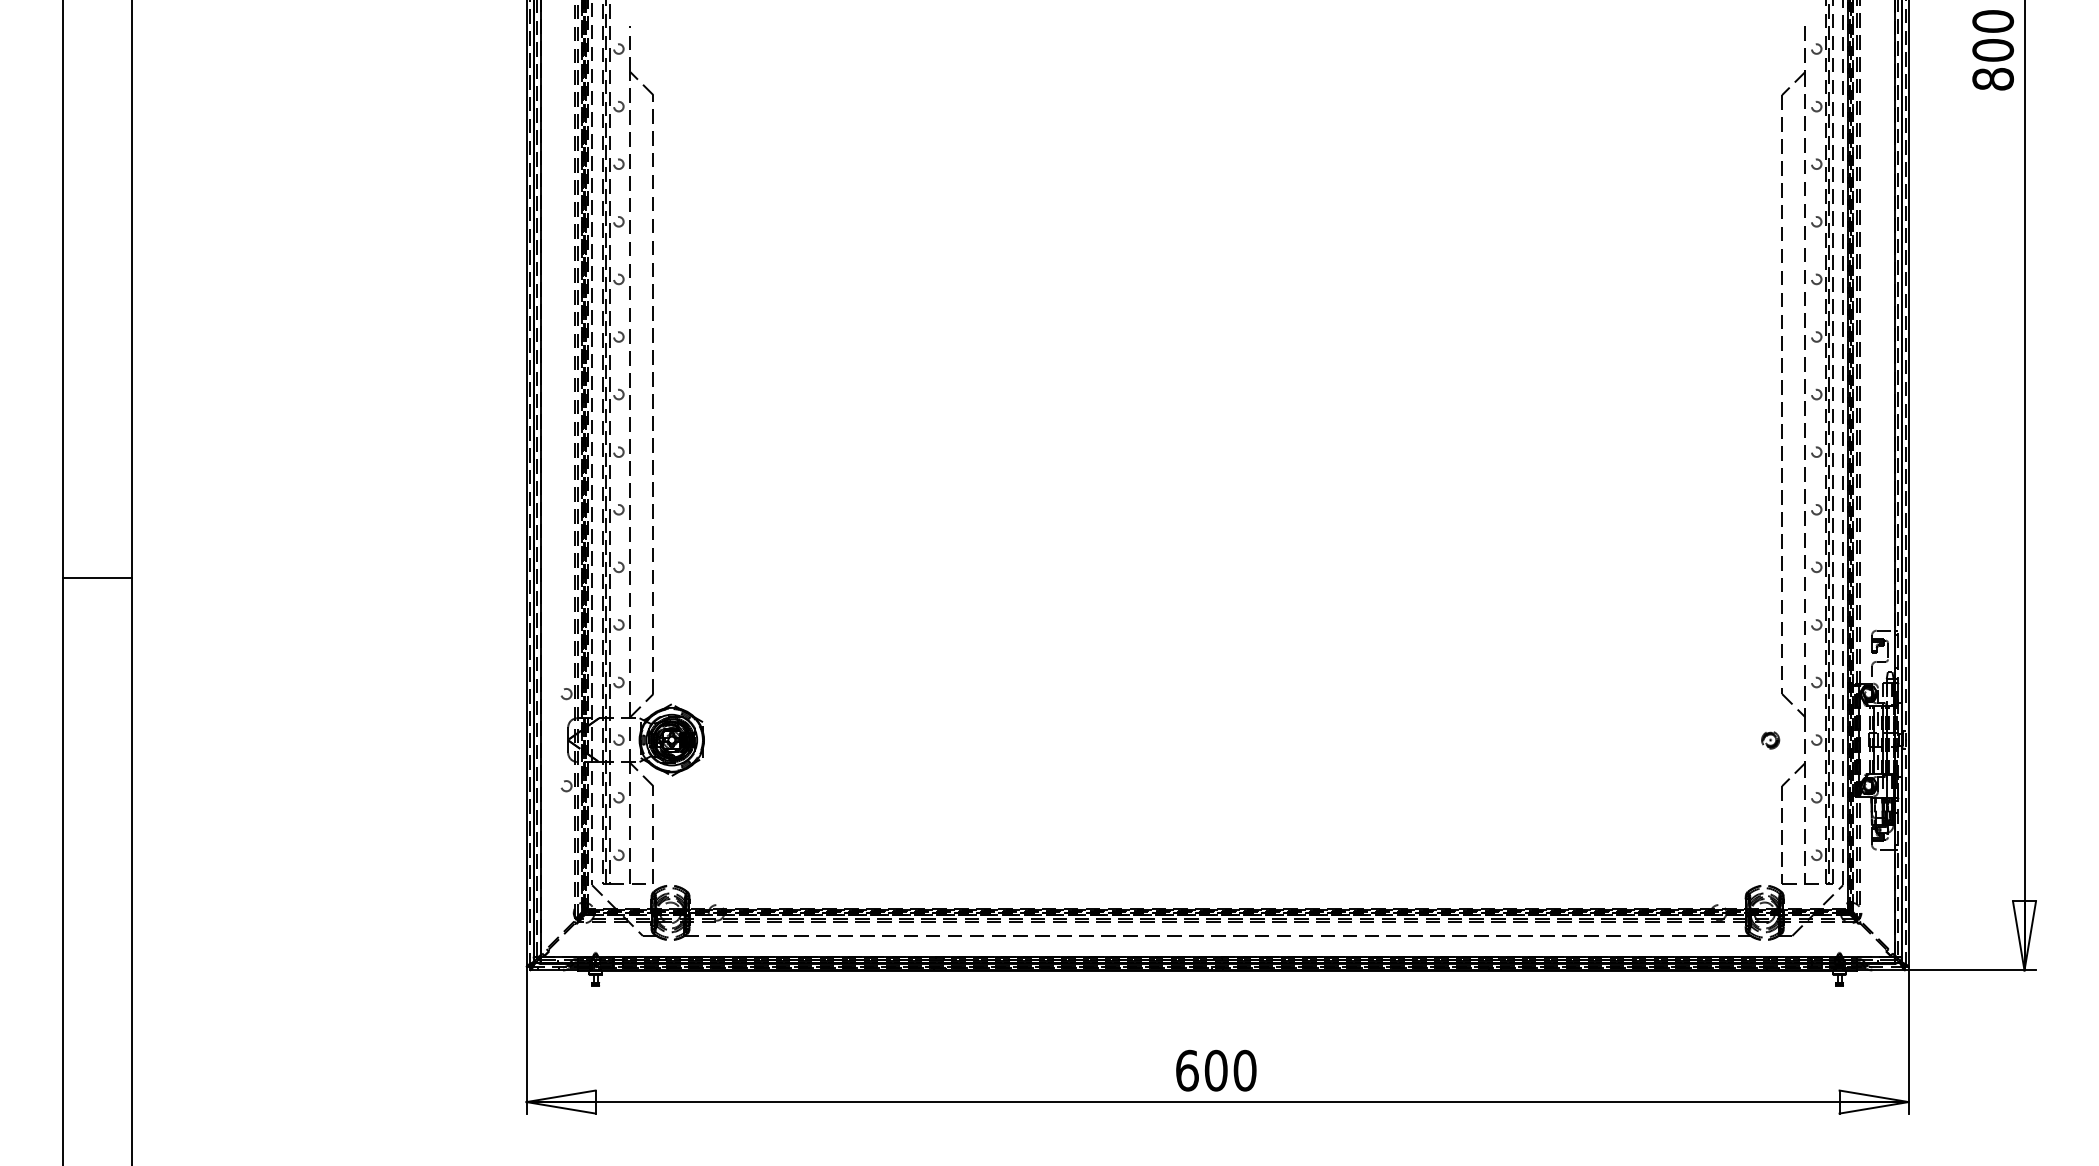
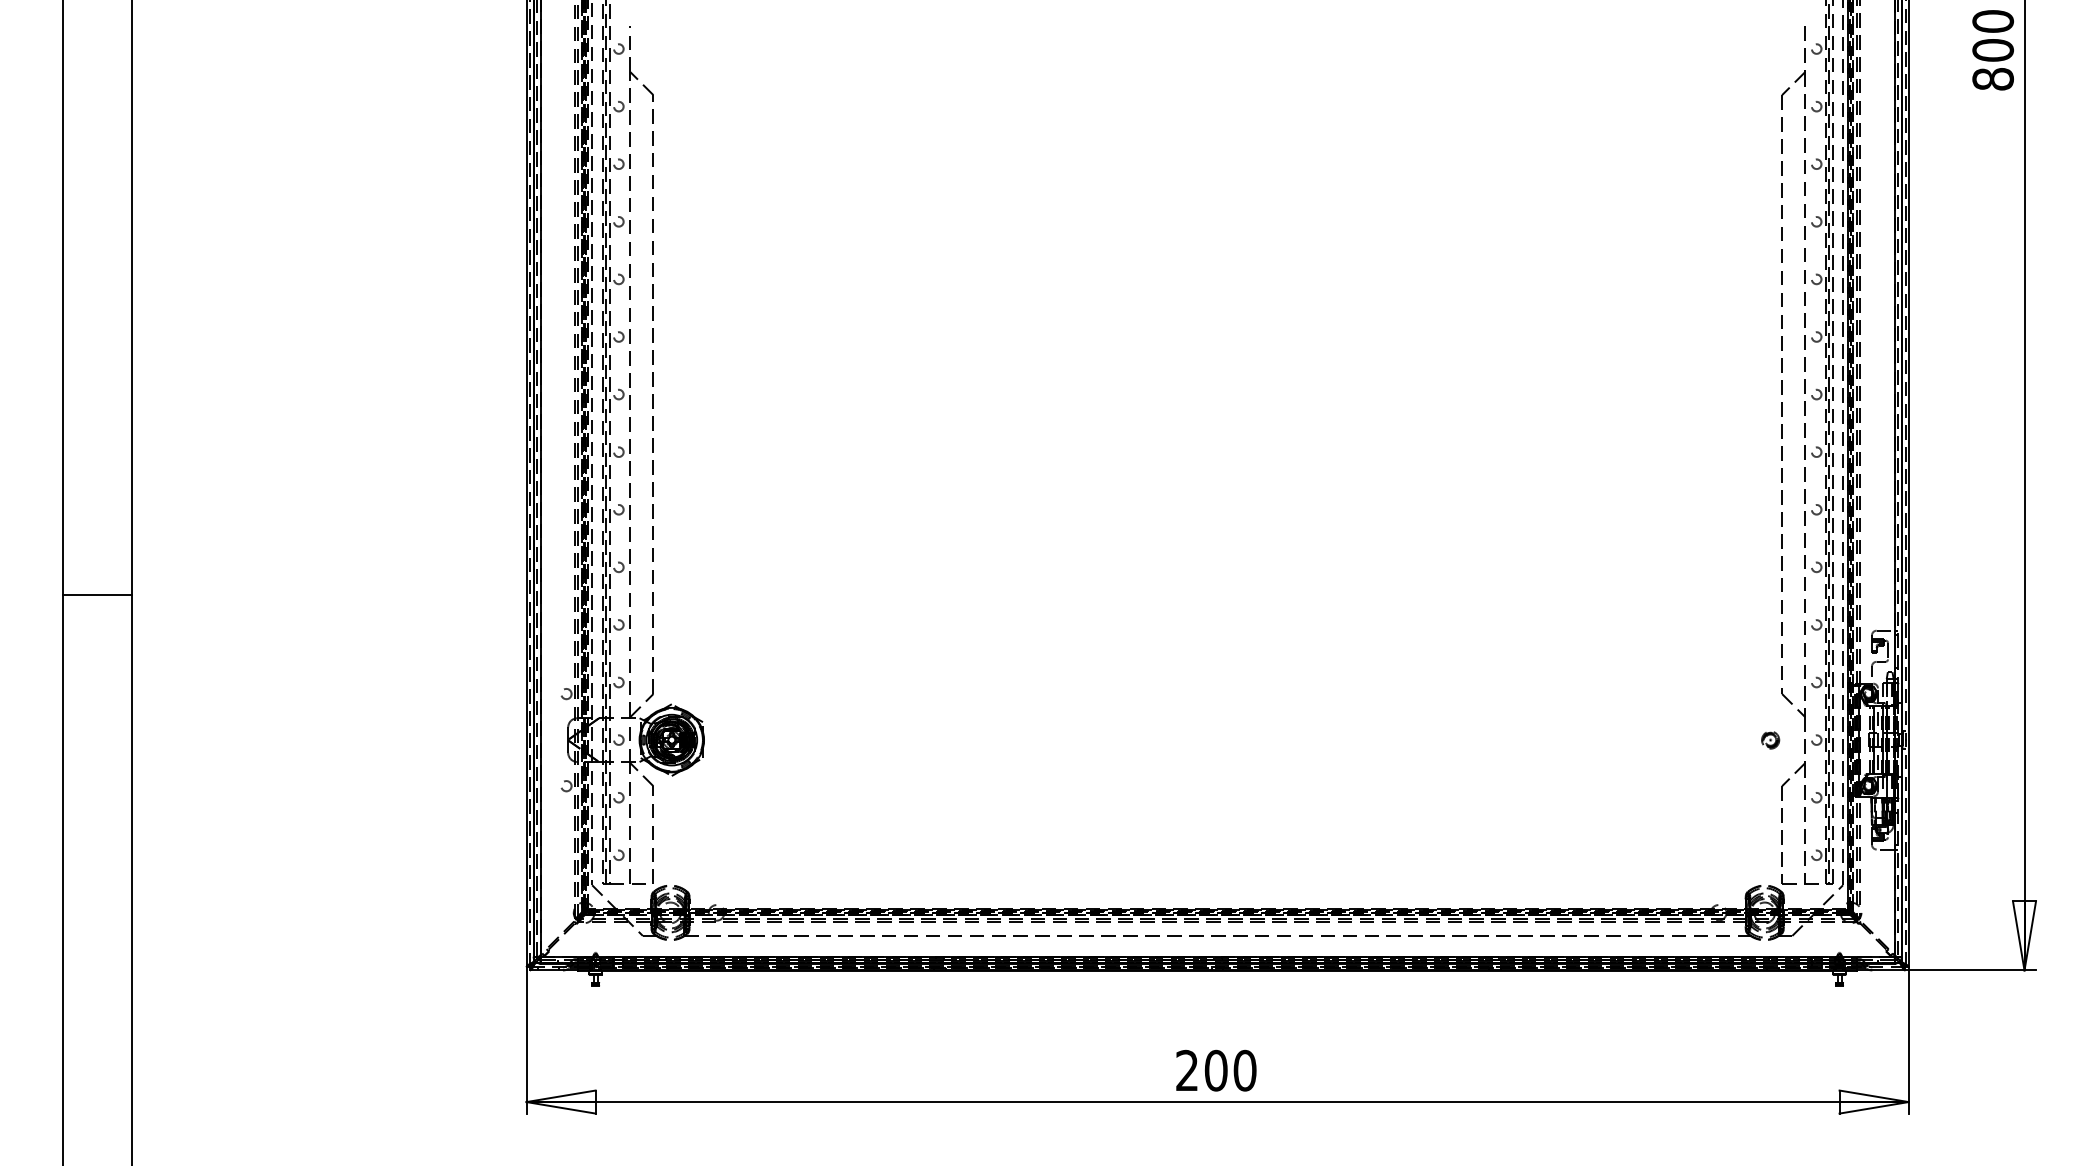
line at (97, 578) position: (97, 578) -> (97, 595)
text at (1187, 1070): 600 -> 200
